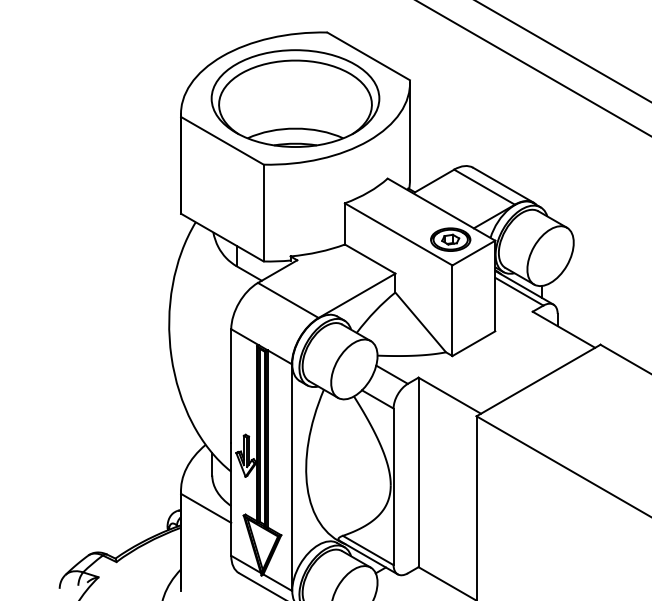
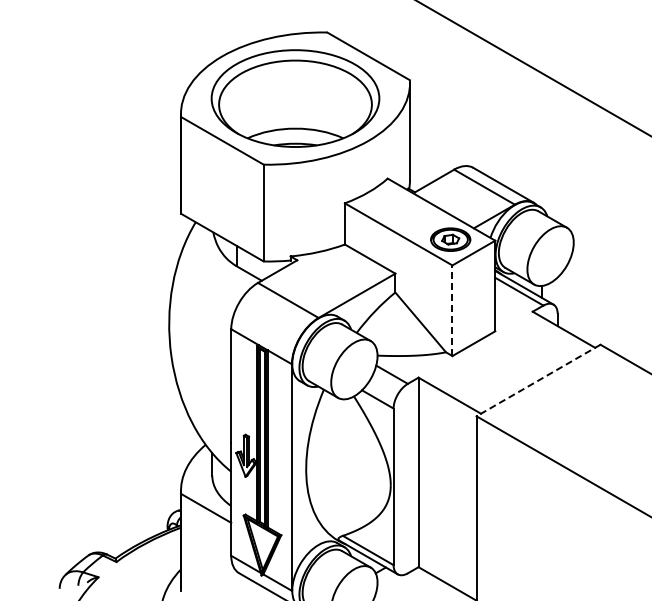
line at (562, 51): present -> none
line at (452, 310): solid -> dashed
line at (538, 380): solid -> dashed
